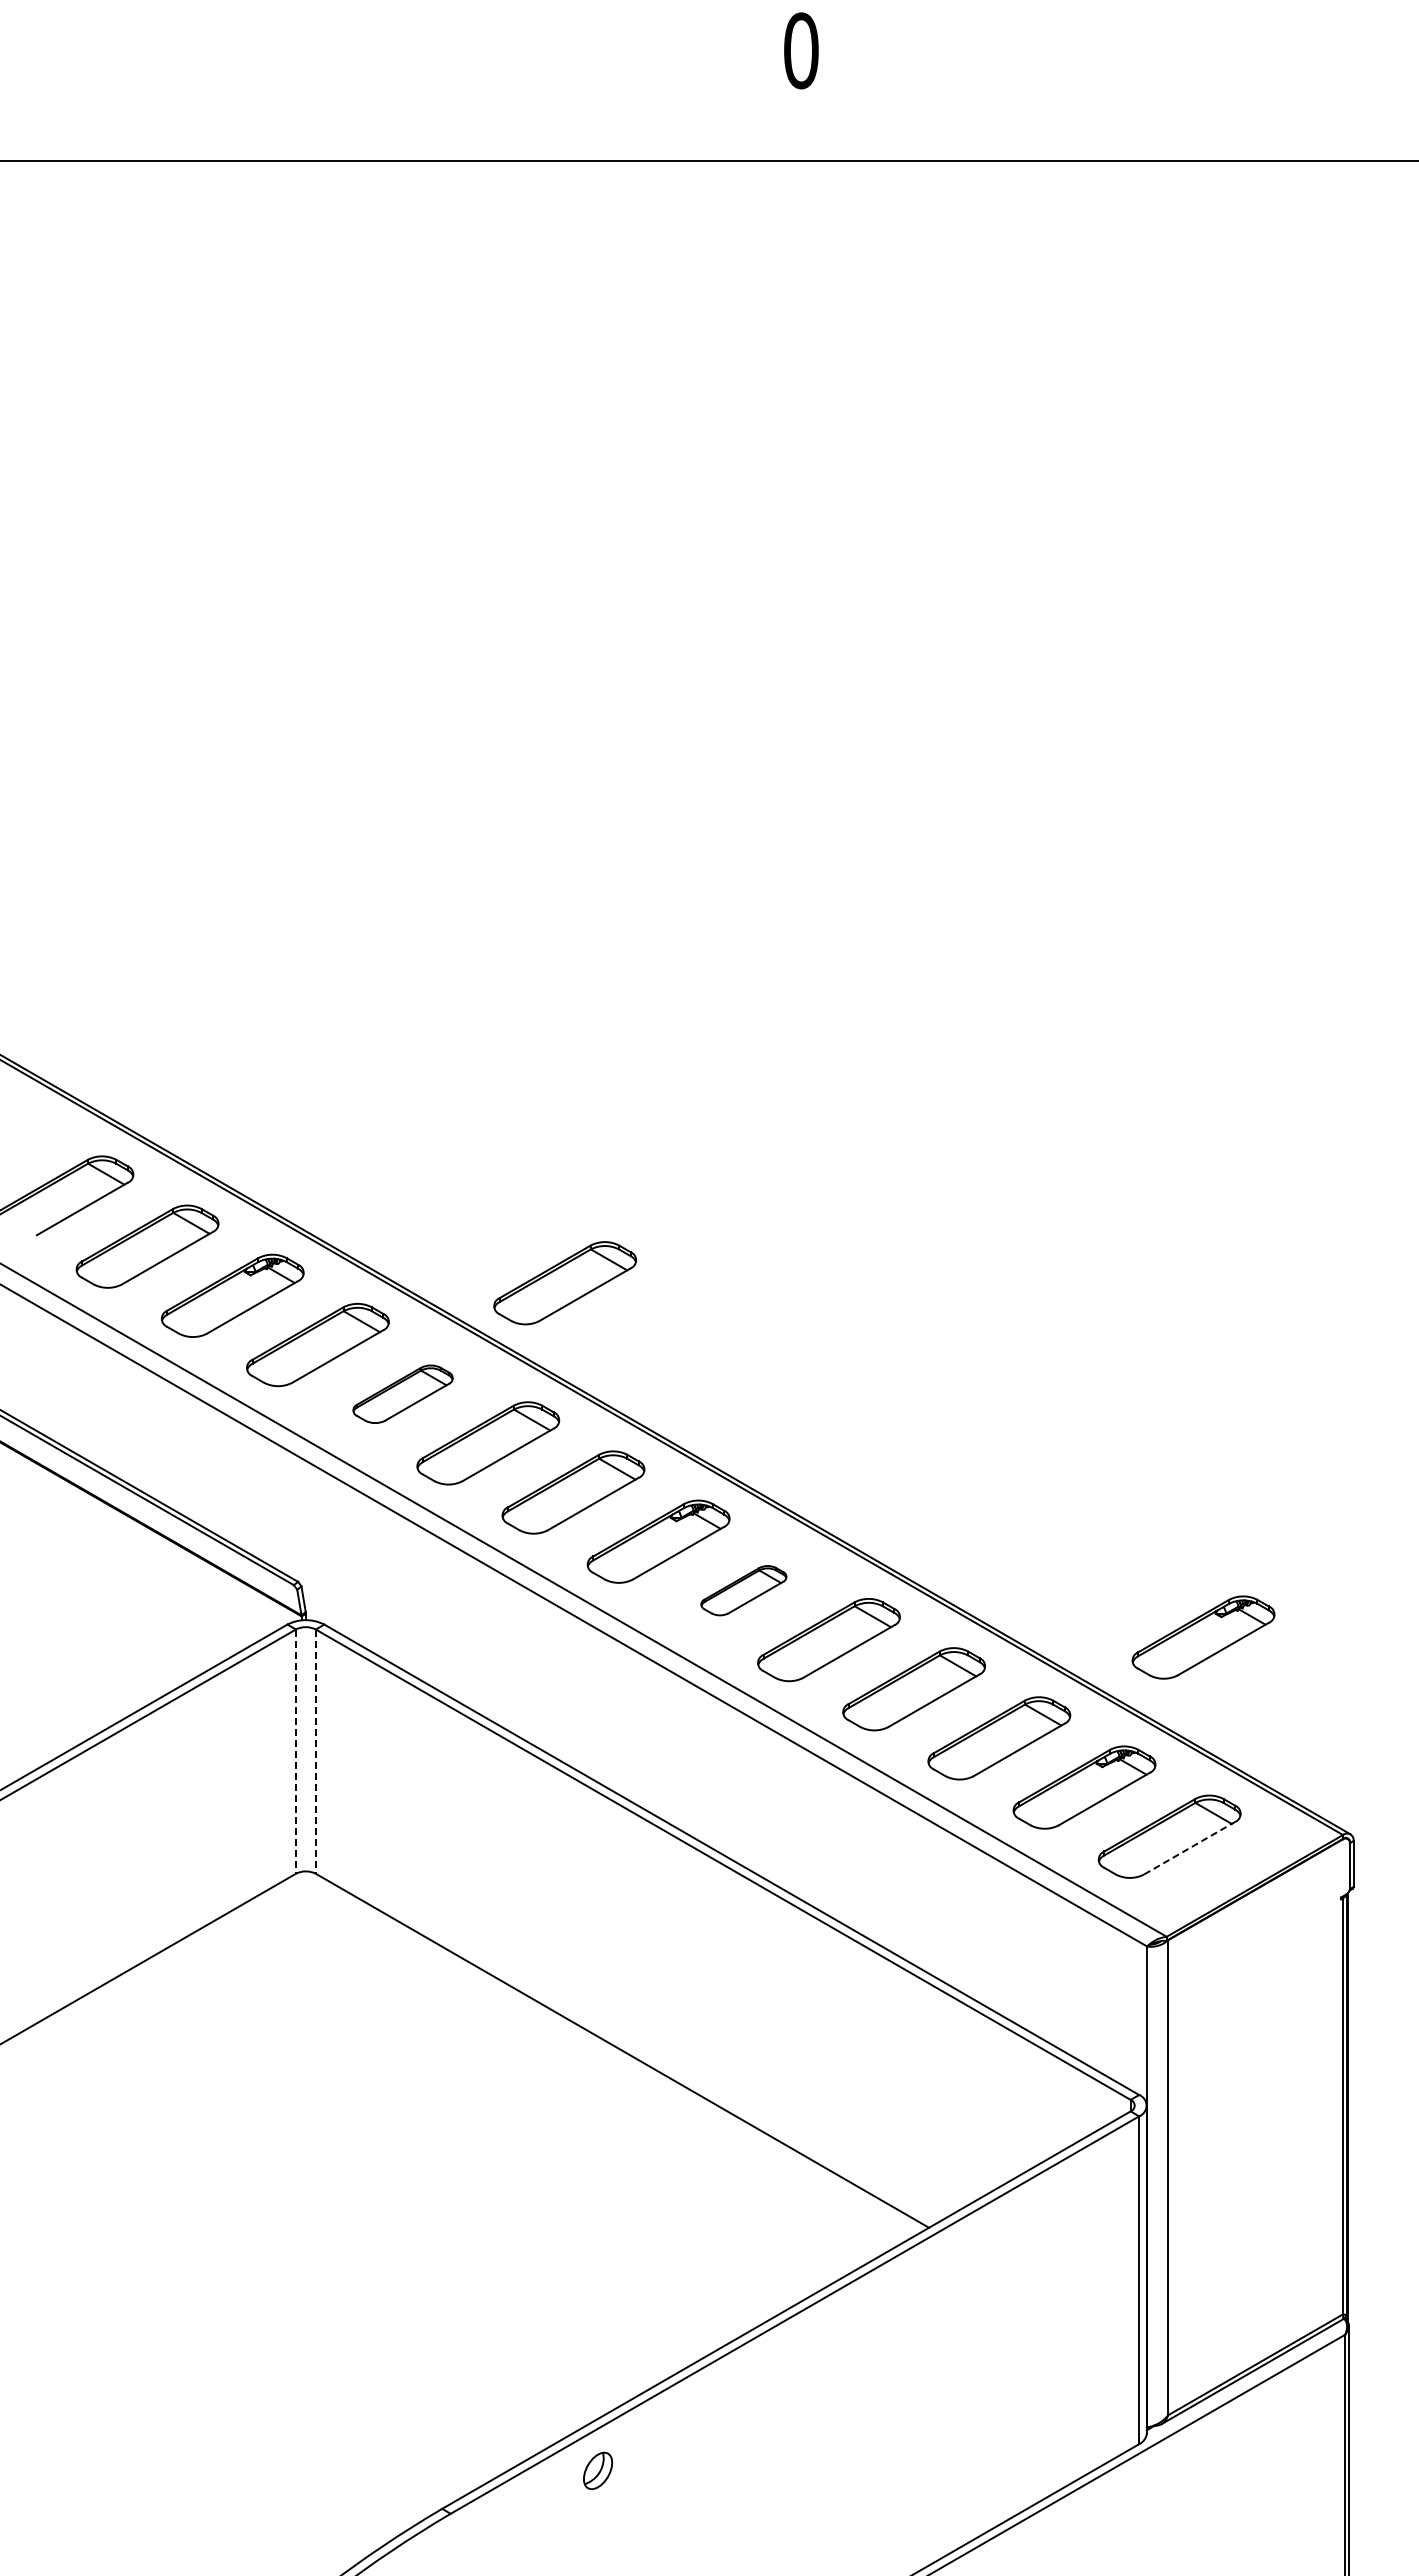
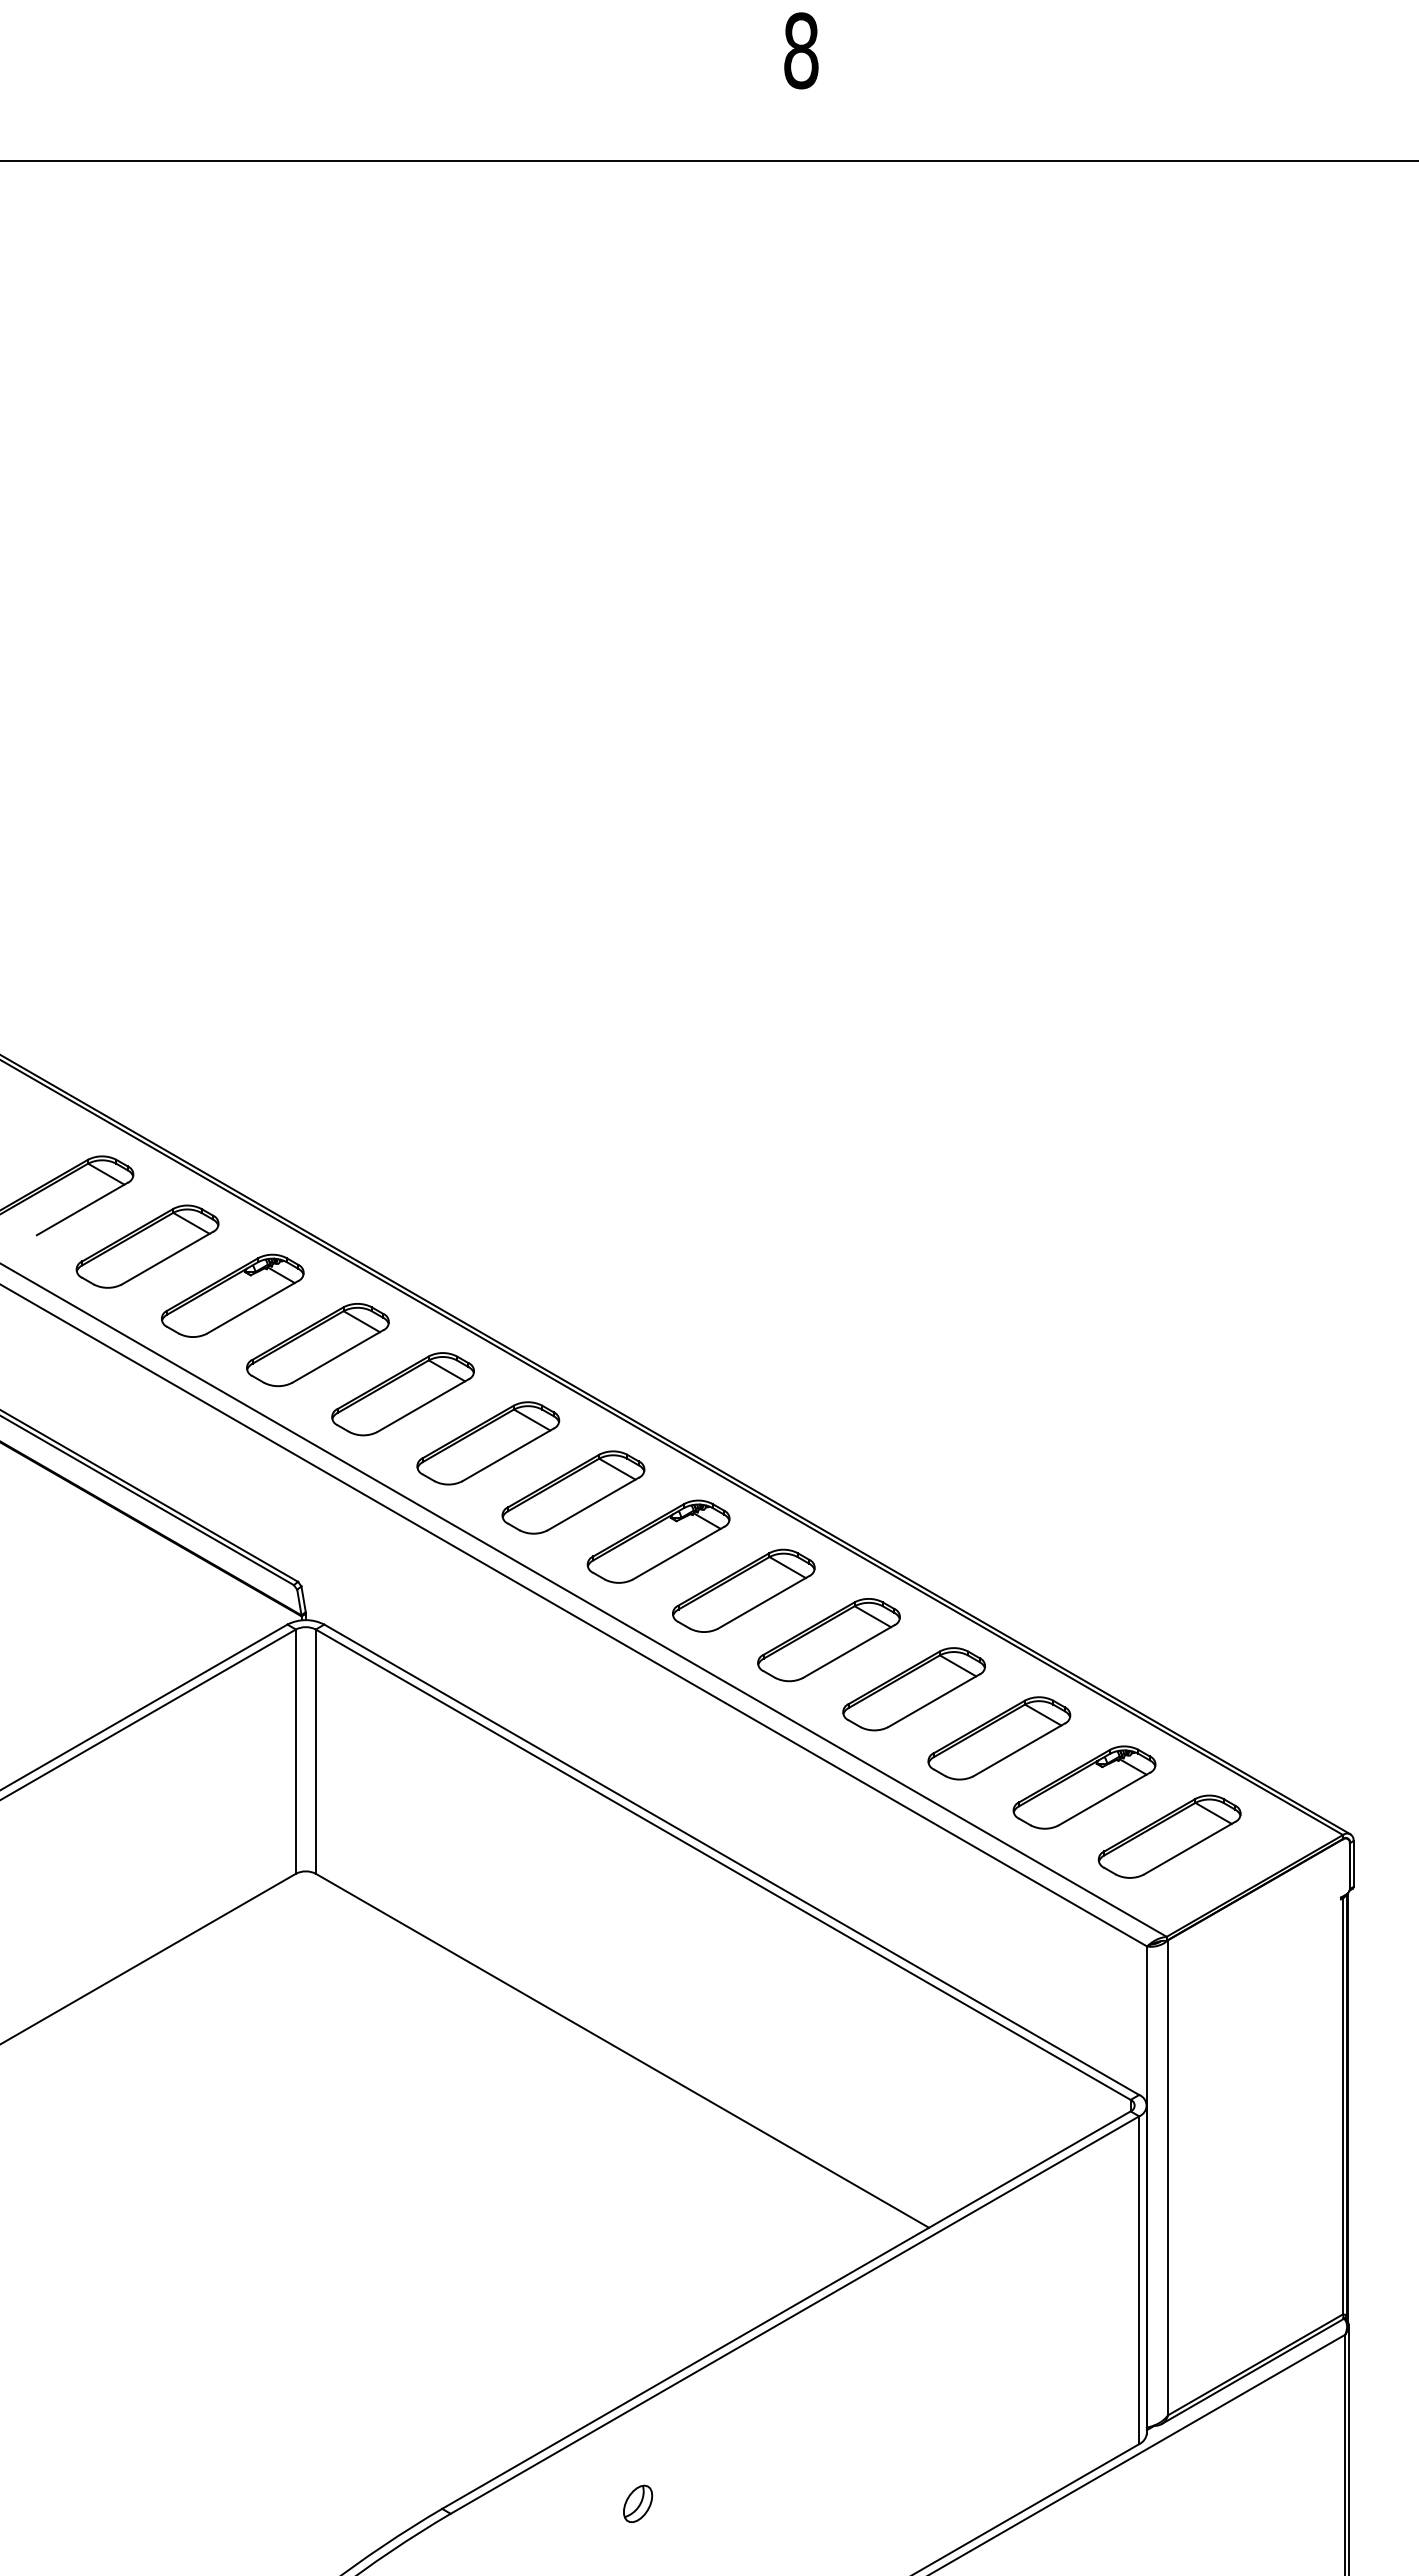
text at (801, 50): 0 -> 8
part at (564, 1283): present -> none
part at (402, 1393) size: 102x60 px -> 144x85 px
part at (743, 1590) size: 88x52 px -> 144x85 px
part at (1203, 1637): present -> none
line at (295, 1752): dashed -> solid
line at (315, 1752): dashed -> solid
line at (1190, 1847): dashed -> solid
part at (598, 2470) position: (598, 2470) -> (638, 2503)
